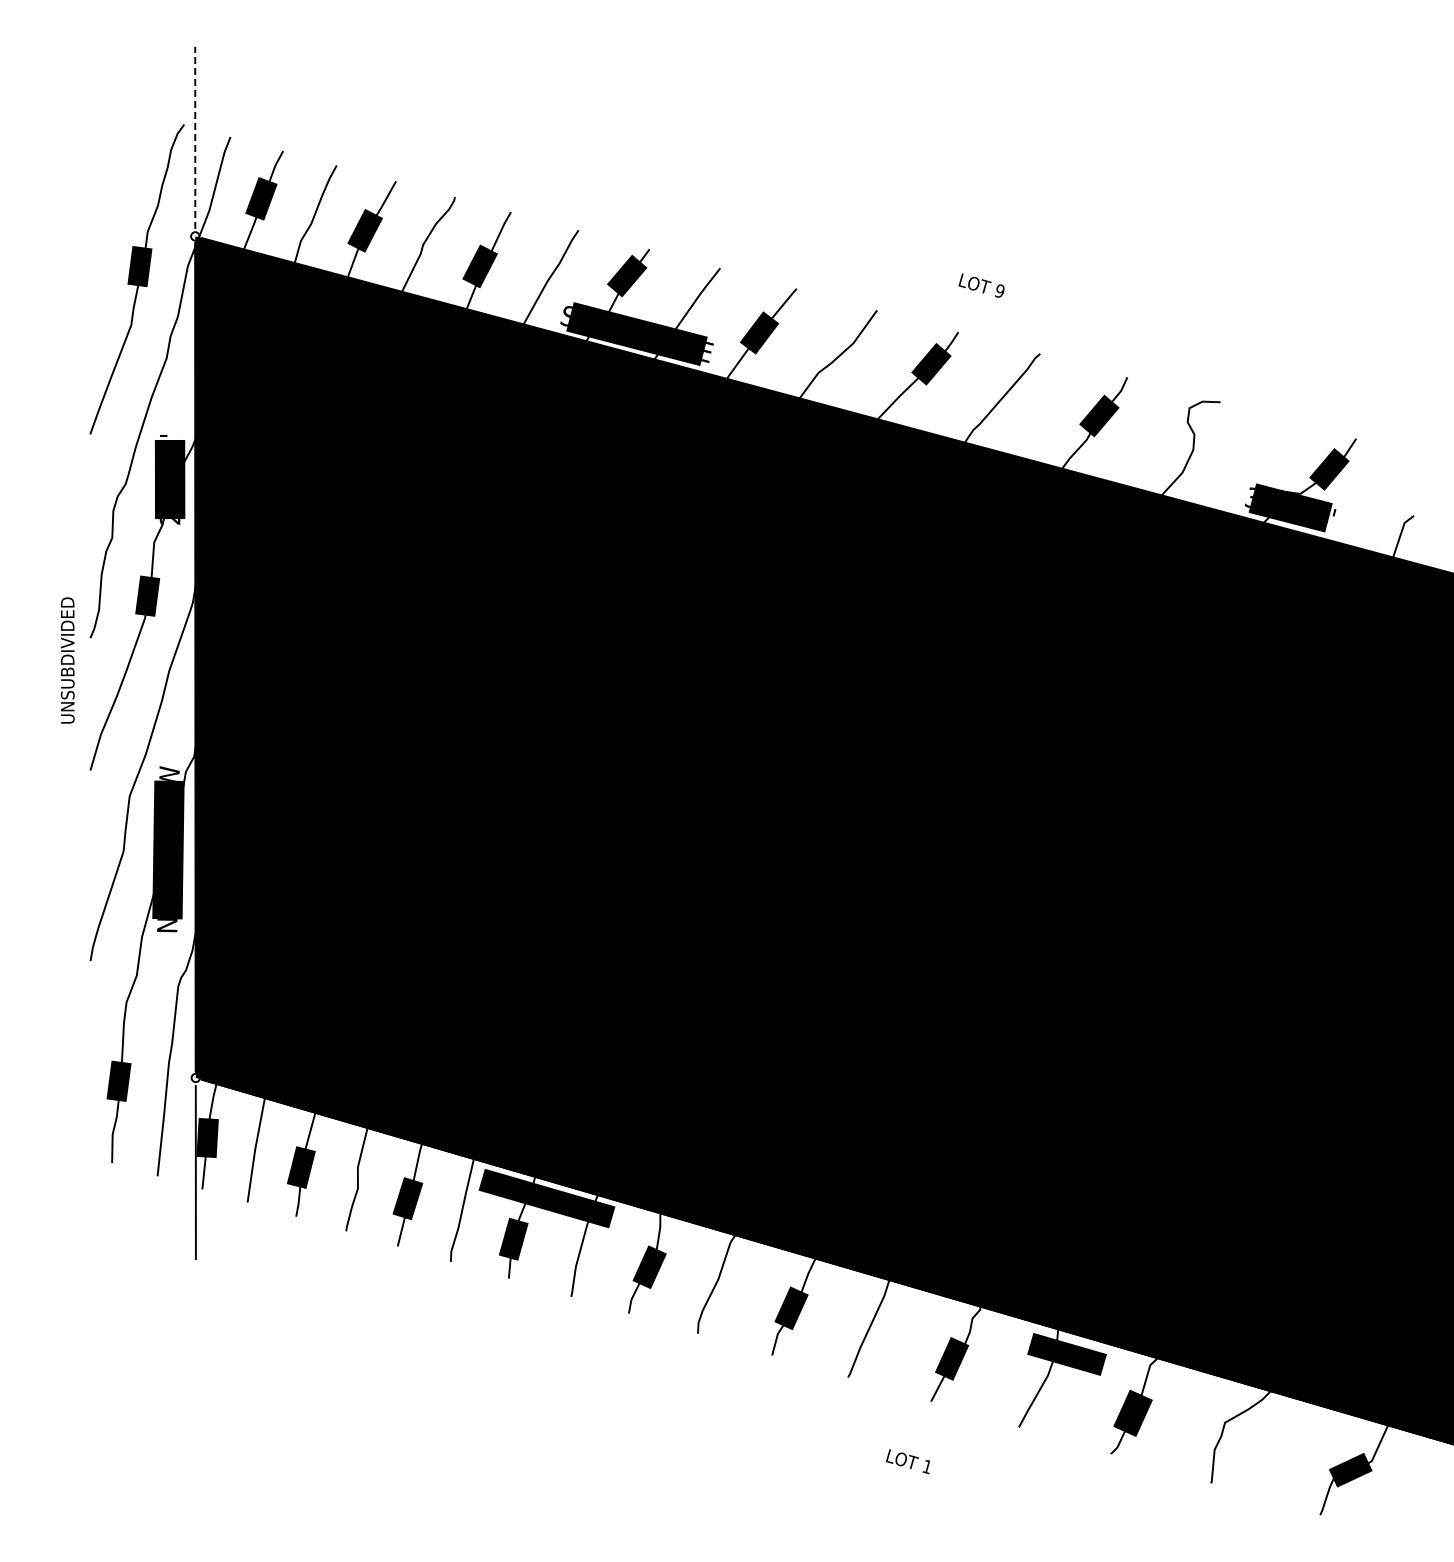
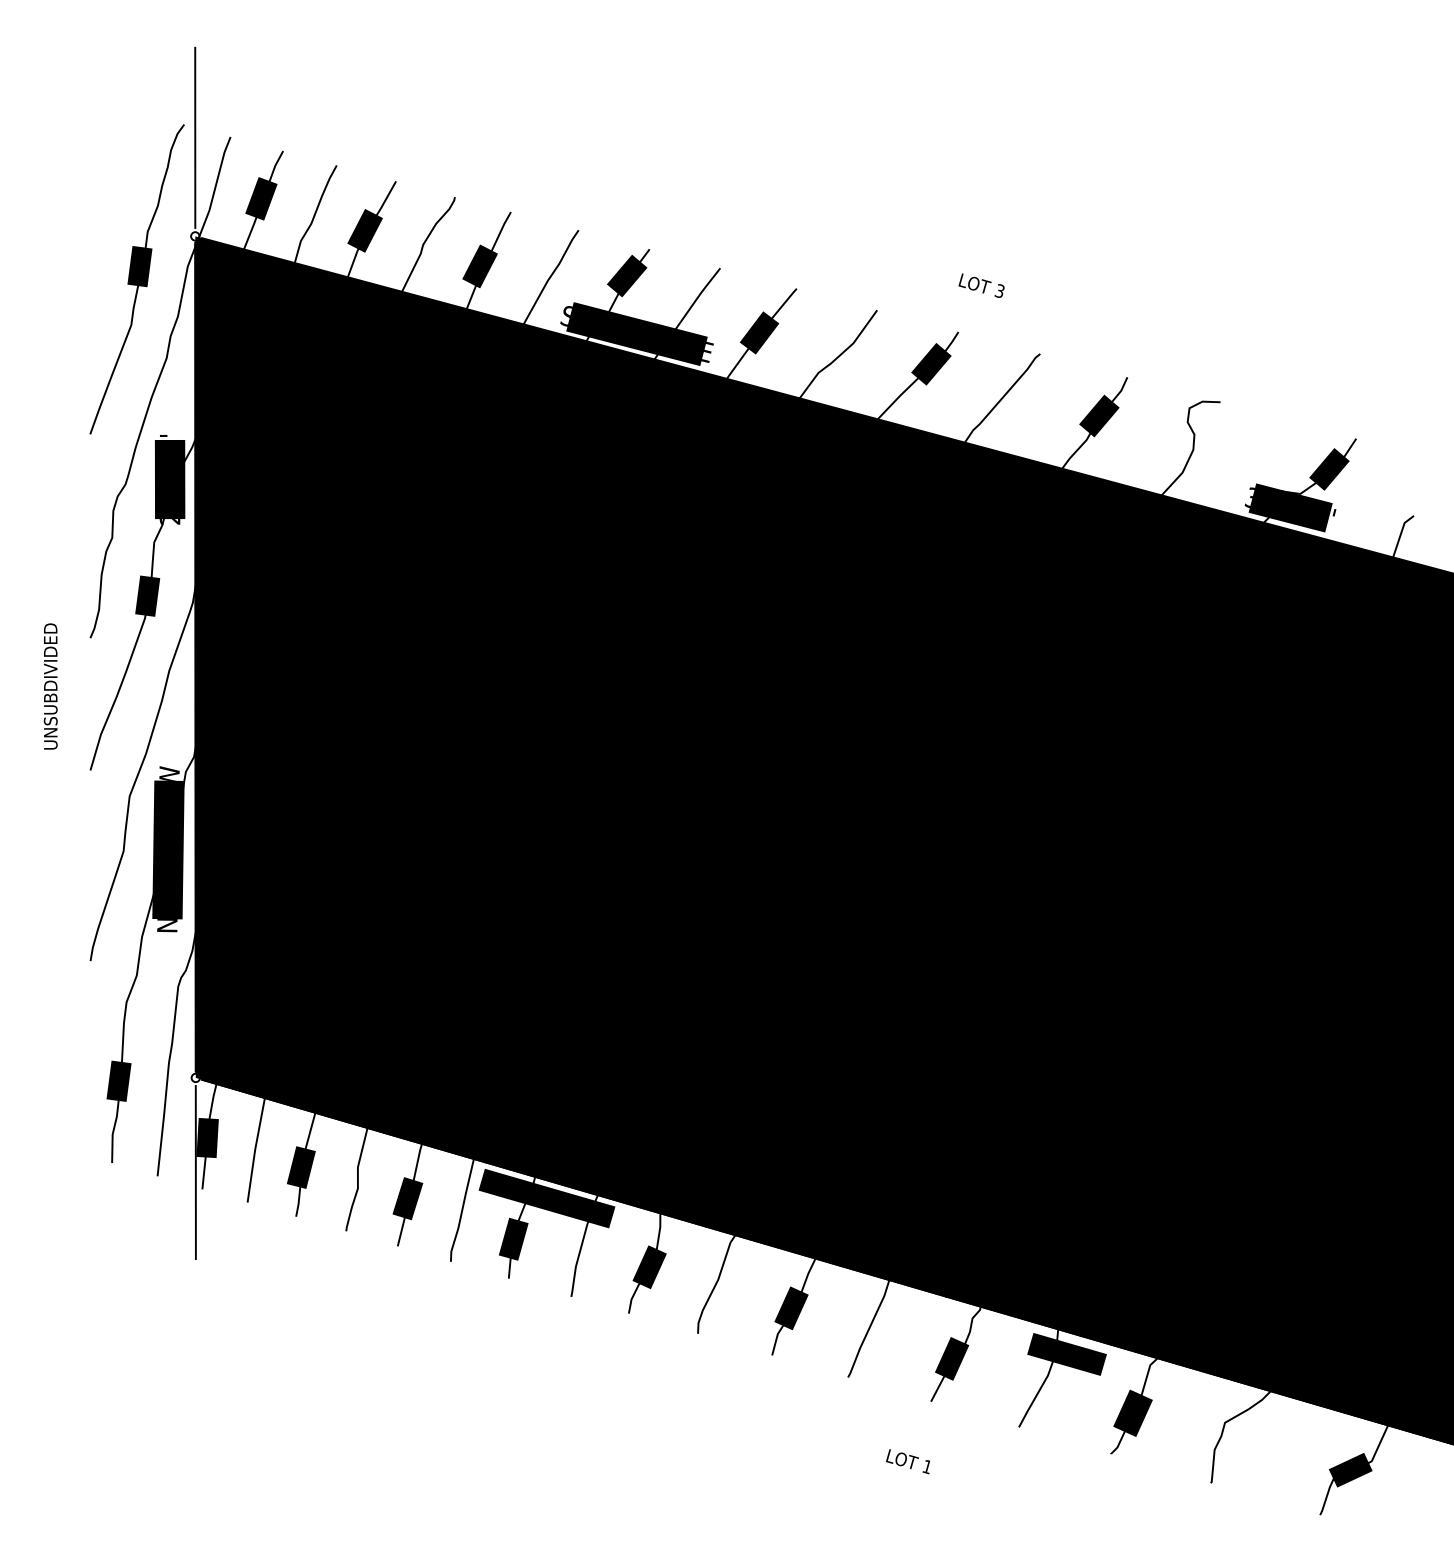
line at (195, 137): dashed -> solid
text at (999, 290): 9 -> 3
text at (67, 660) position: (67, 660) -> (50, 686)
